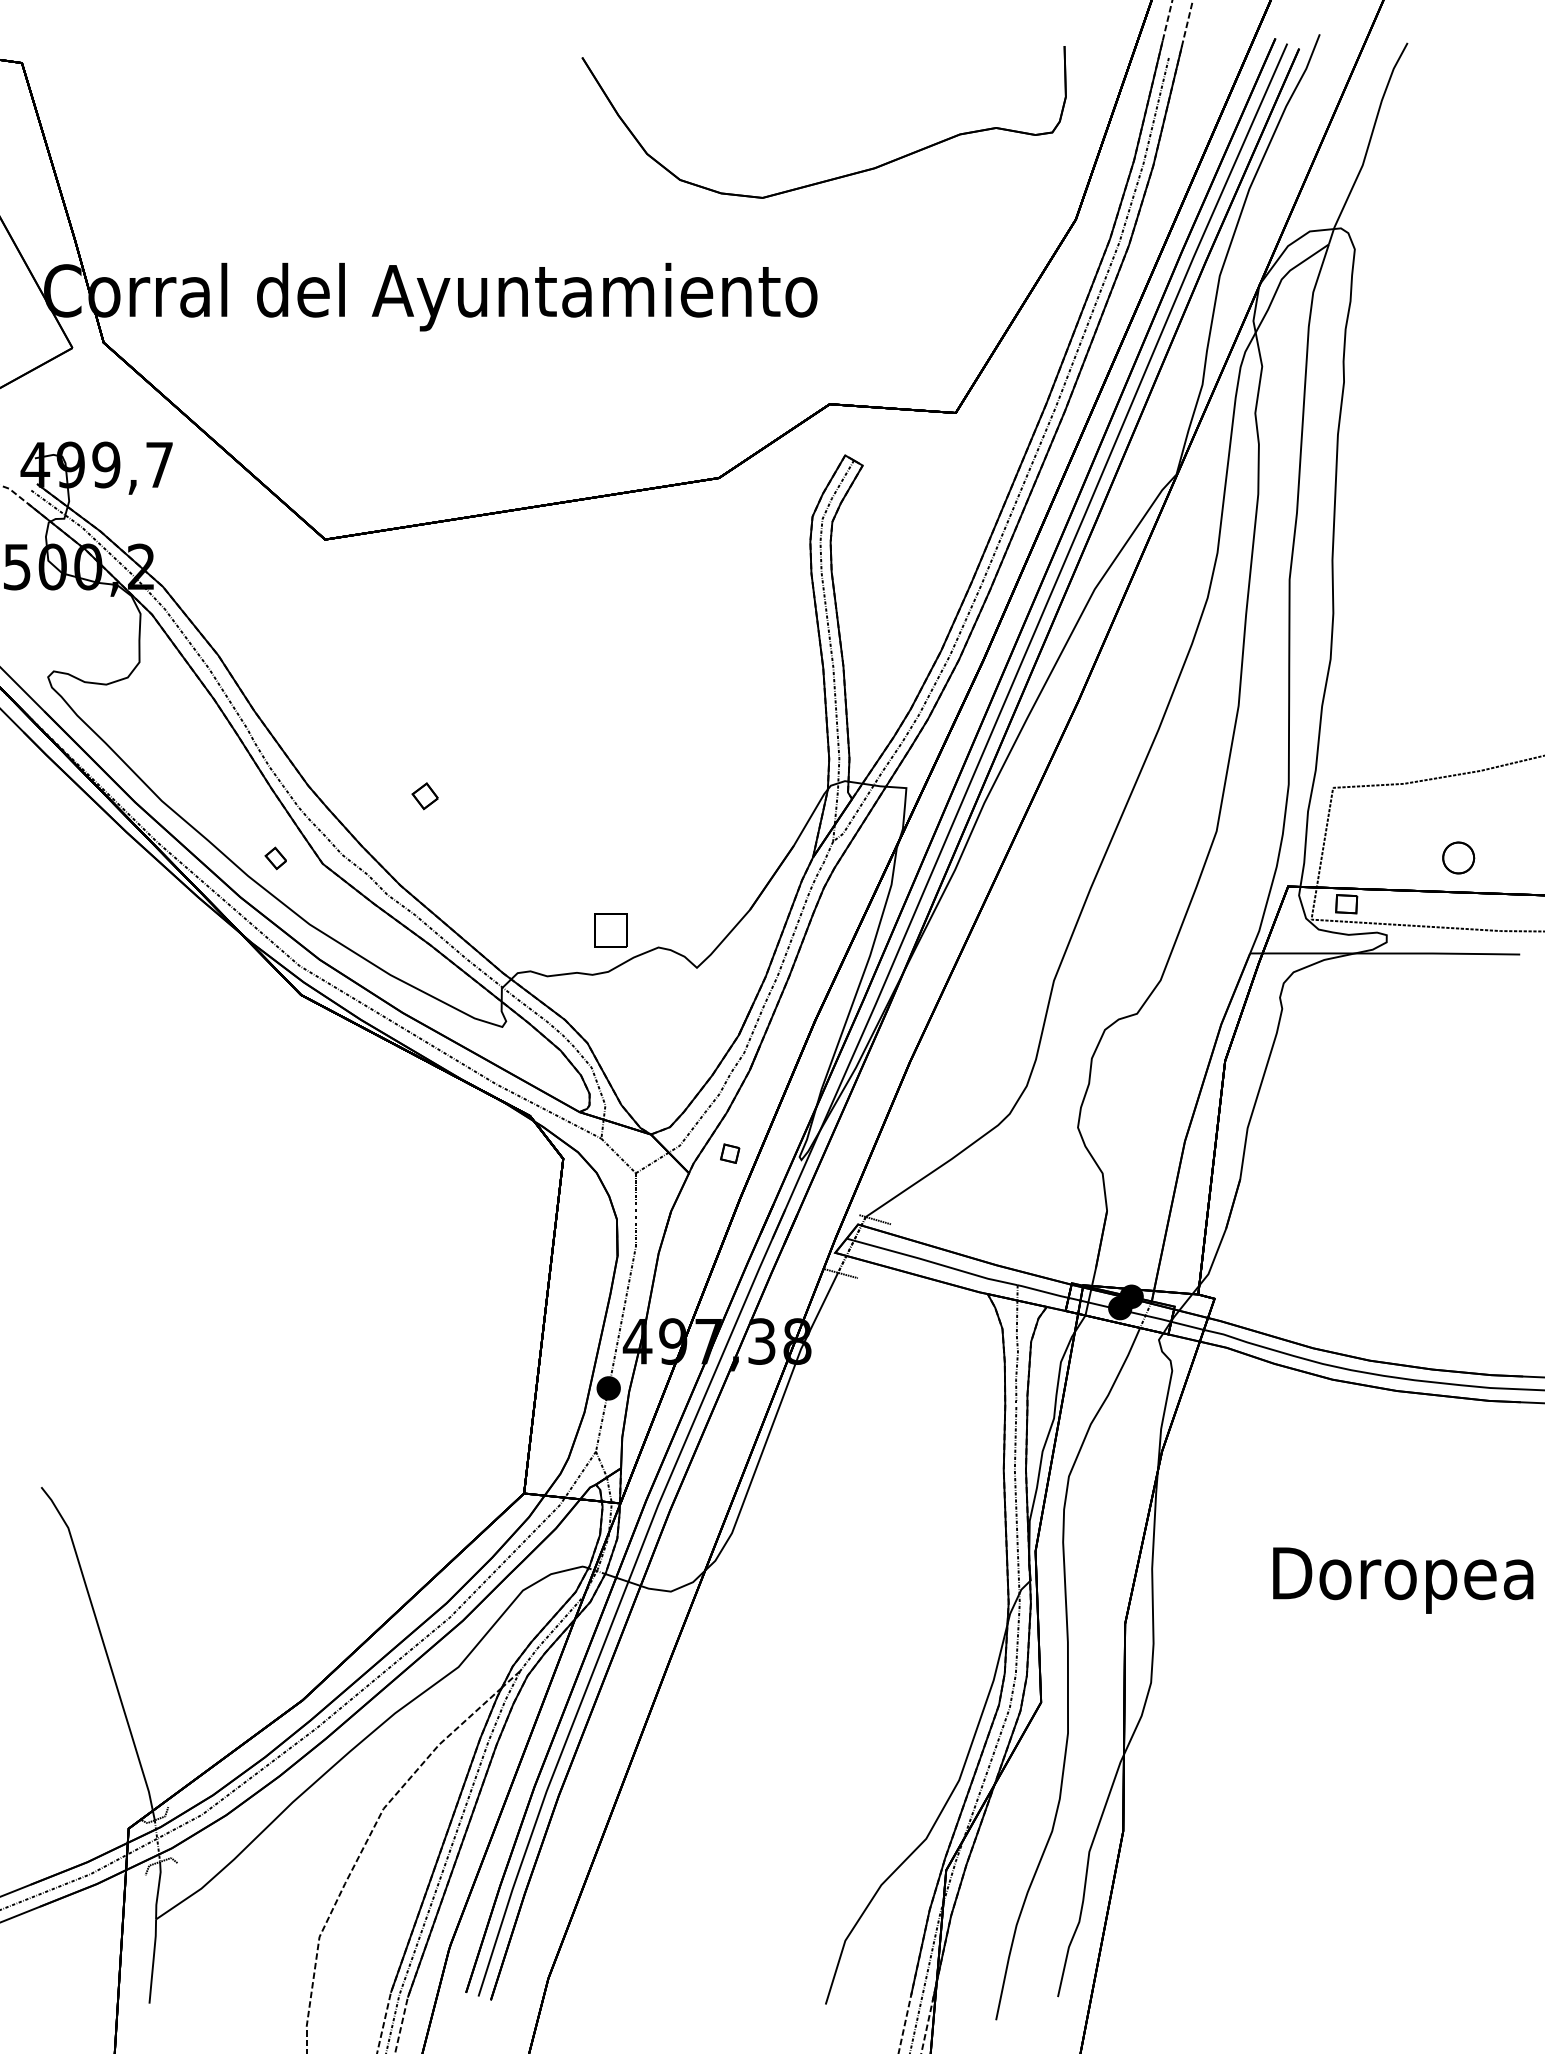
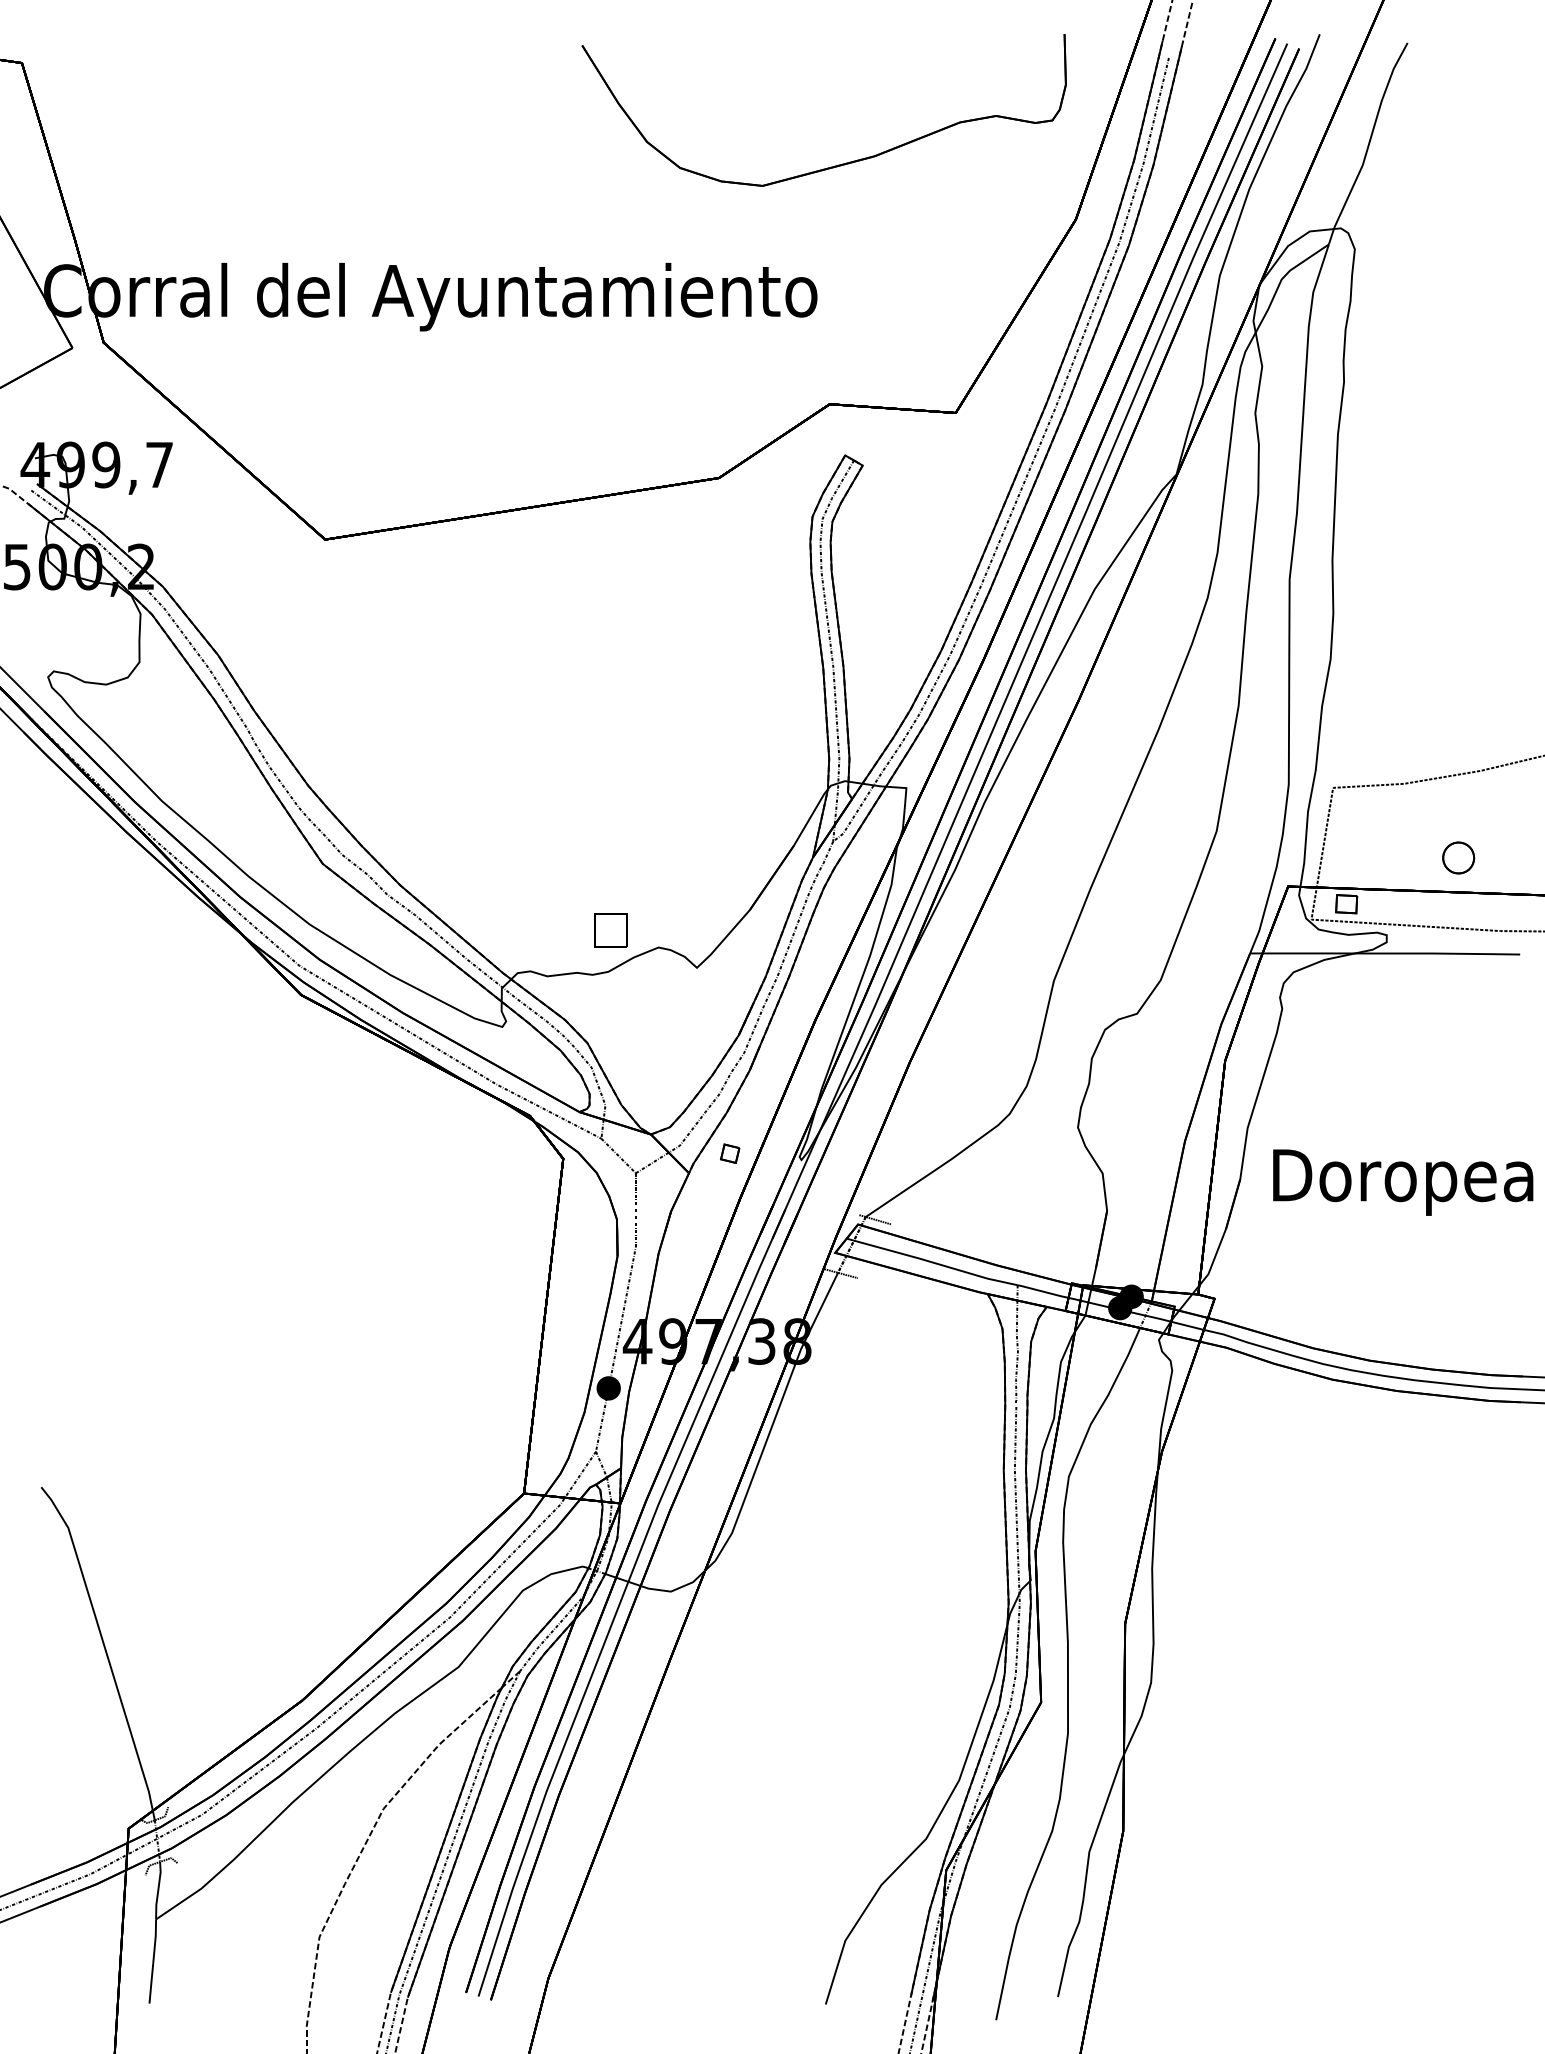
part at (838, 176) position: (838, 176) -> (838, 164)
part at (424, 796): present -> none
part at (275, 858): present -> none
text at (1403, 1580) position: (1403, 1580) -> (1403, 1182)
